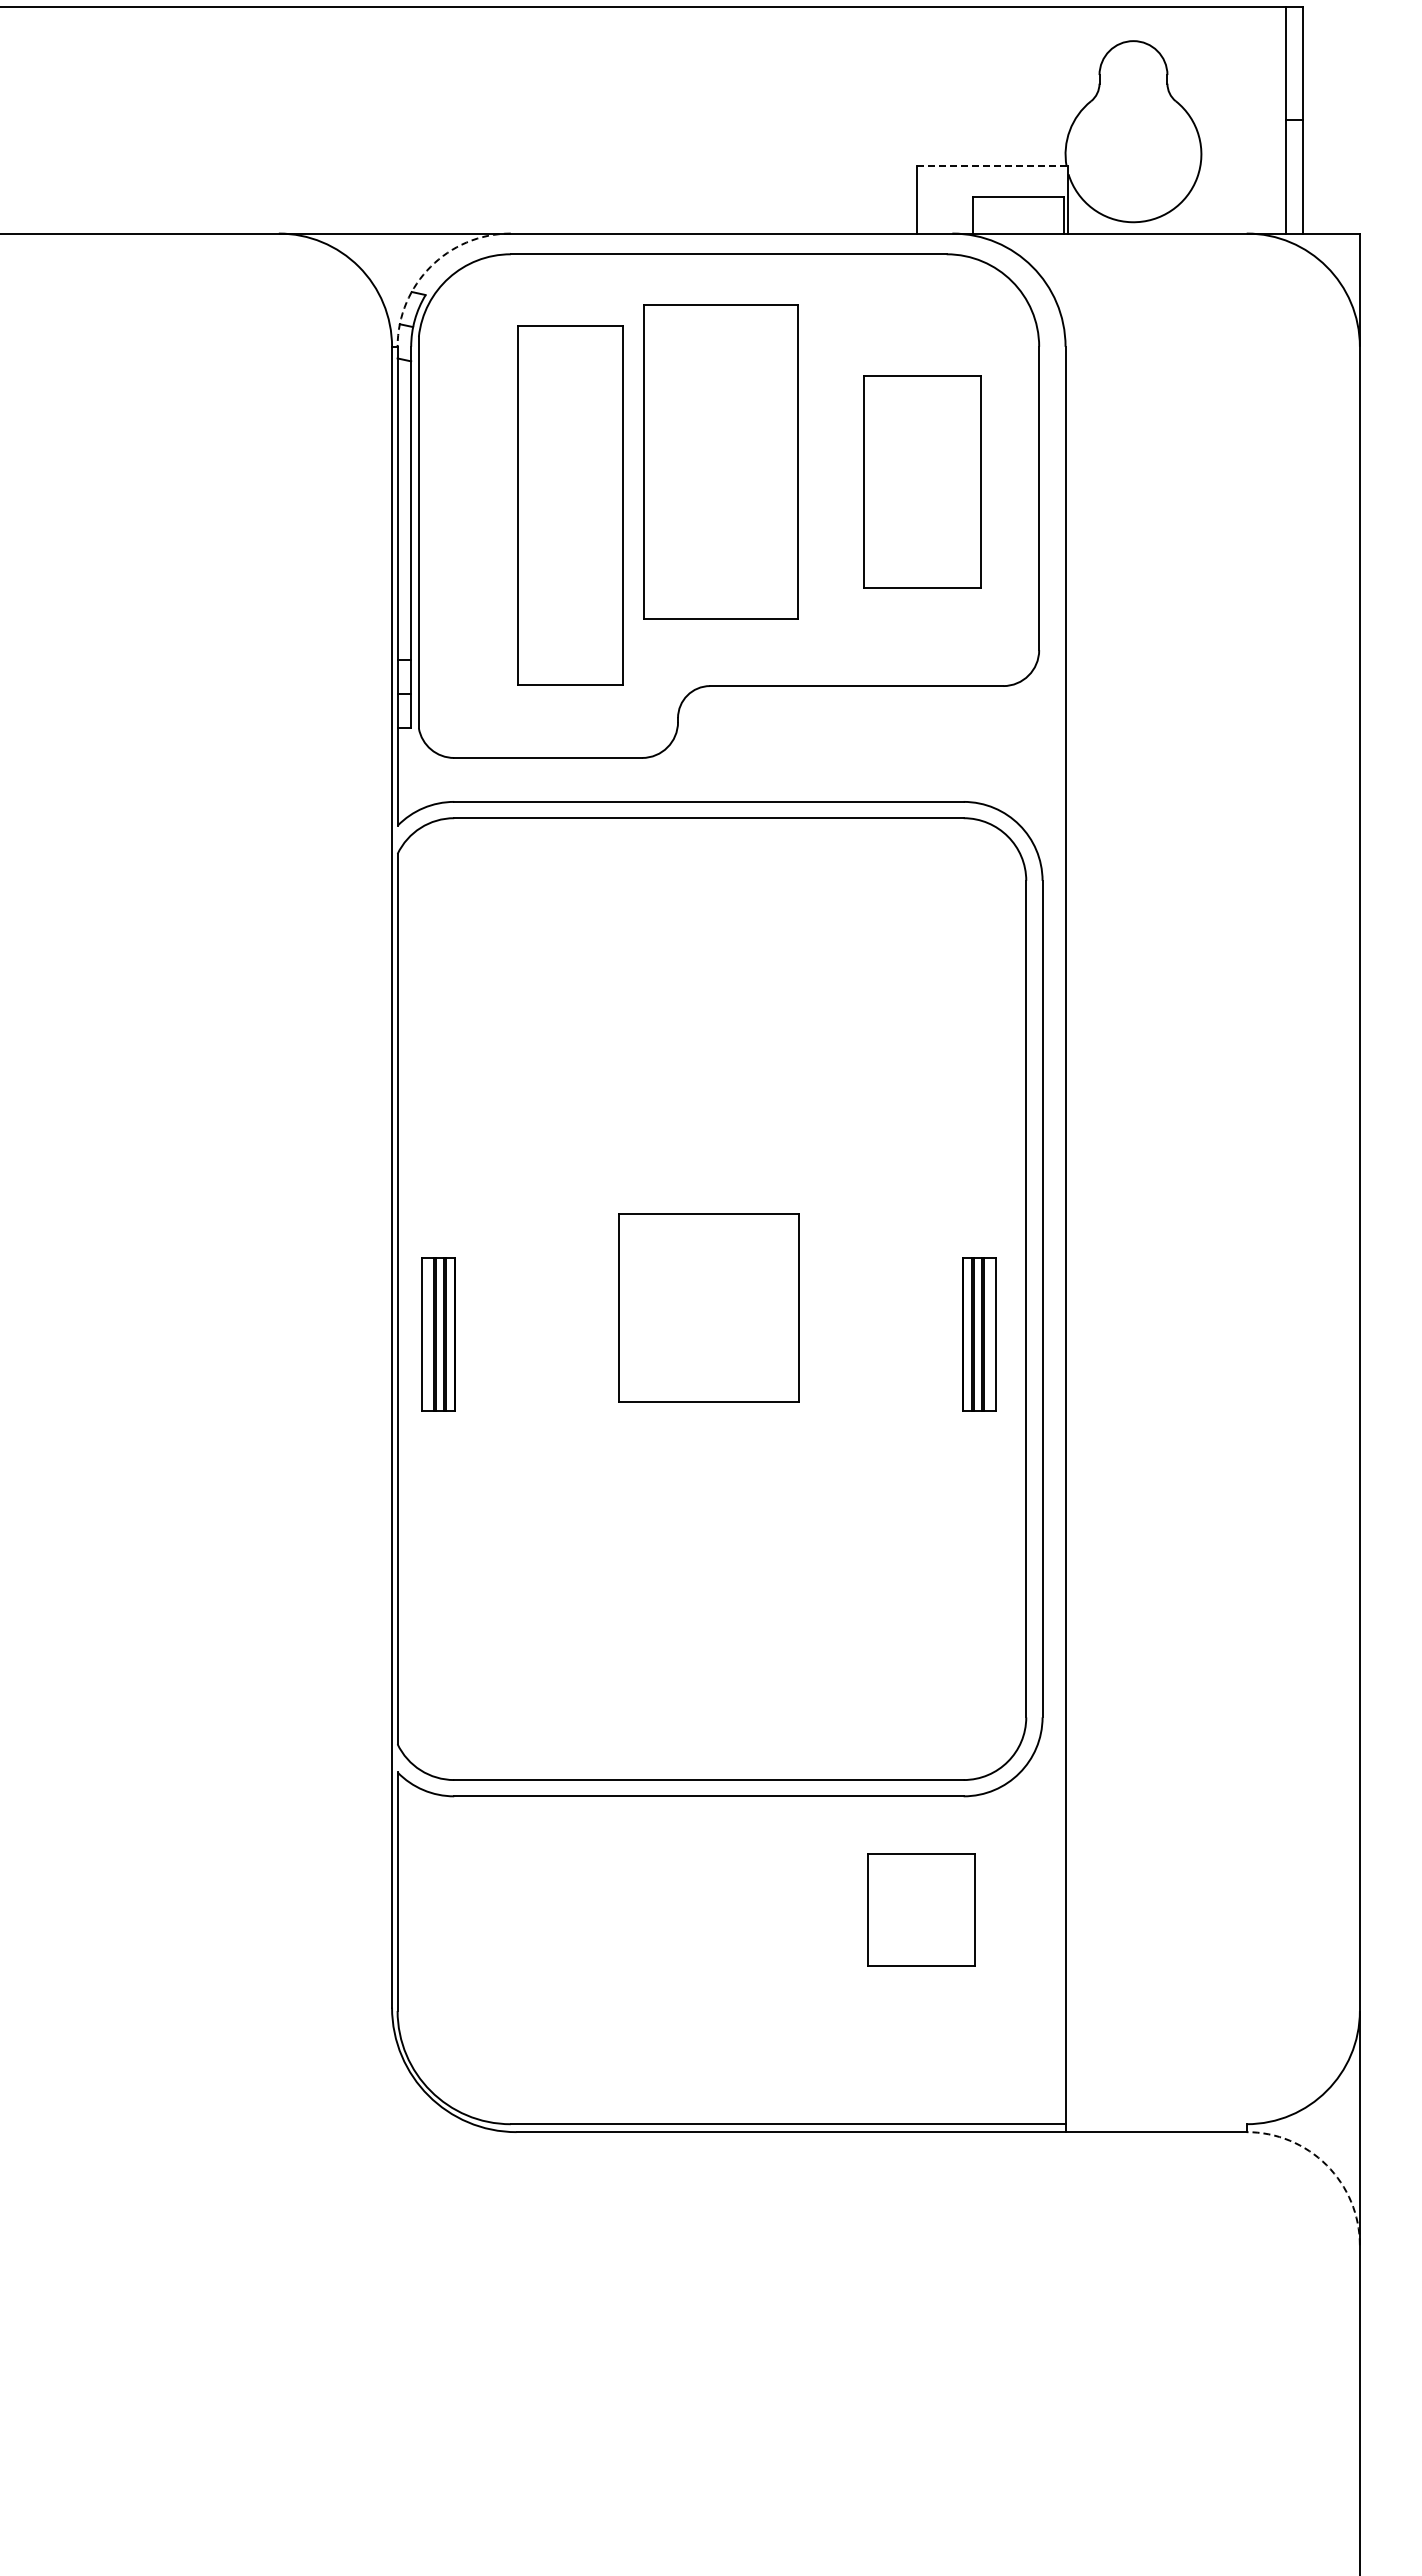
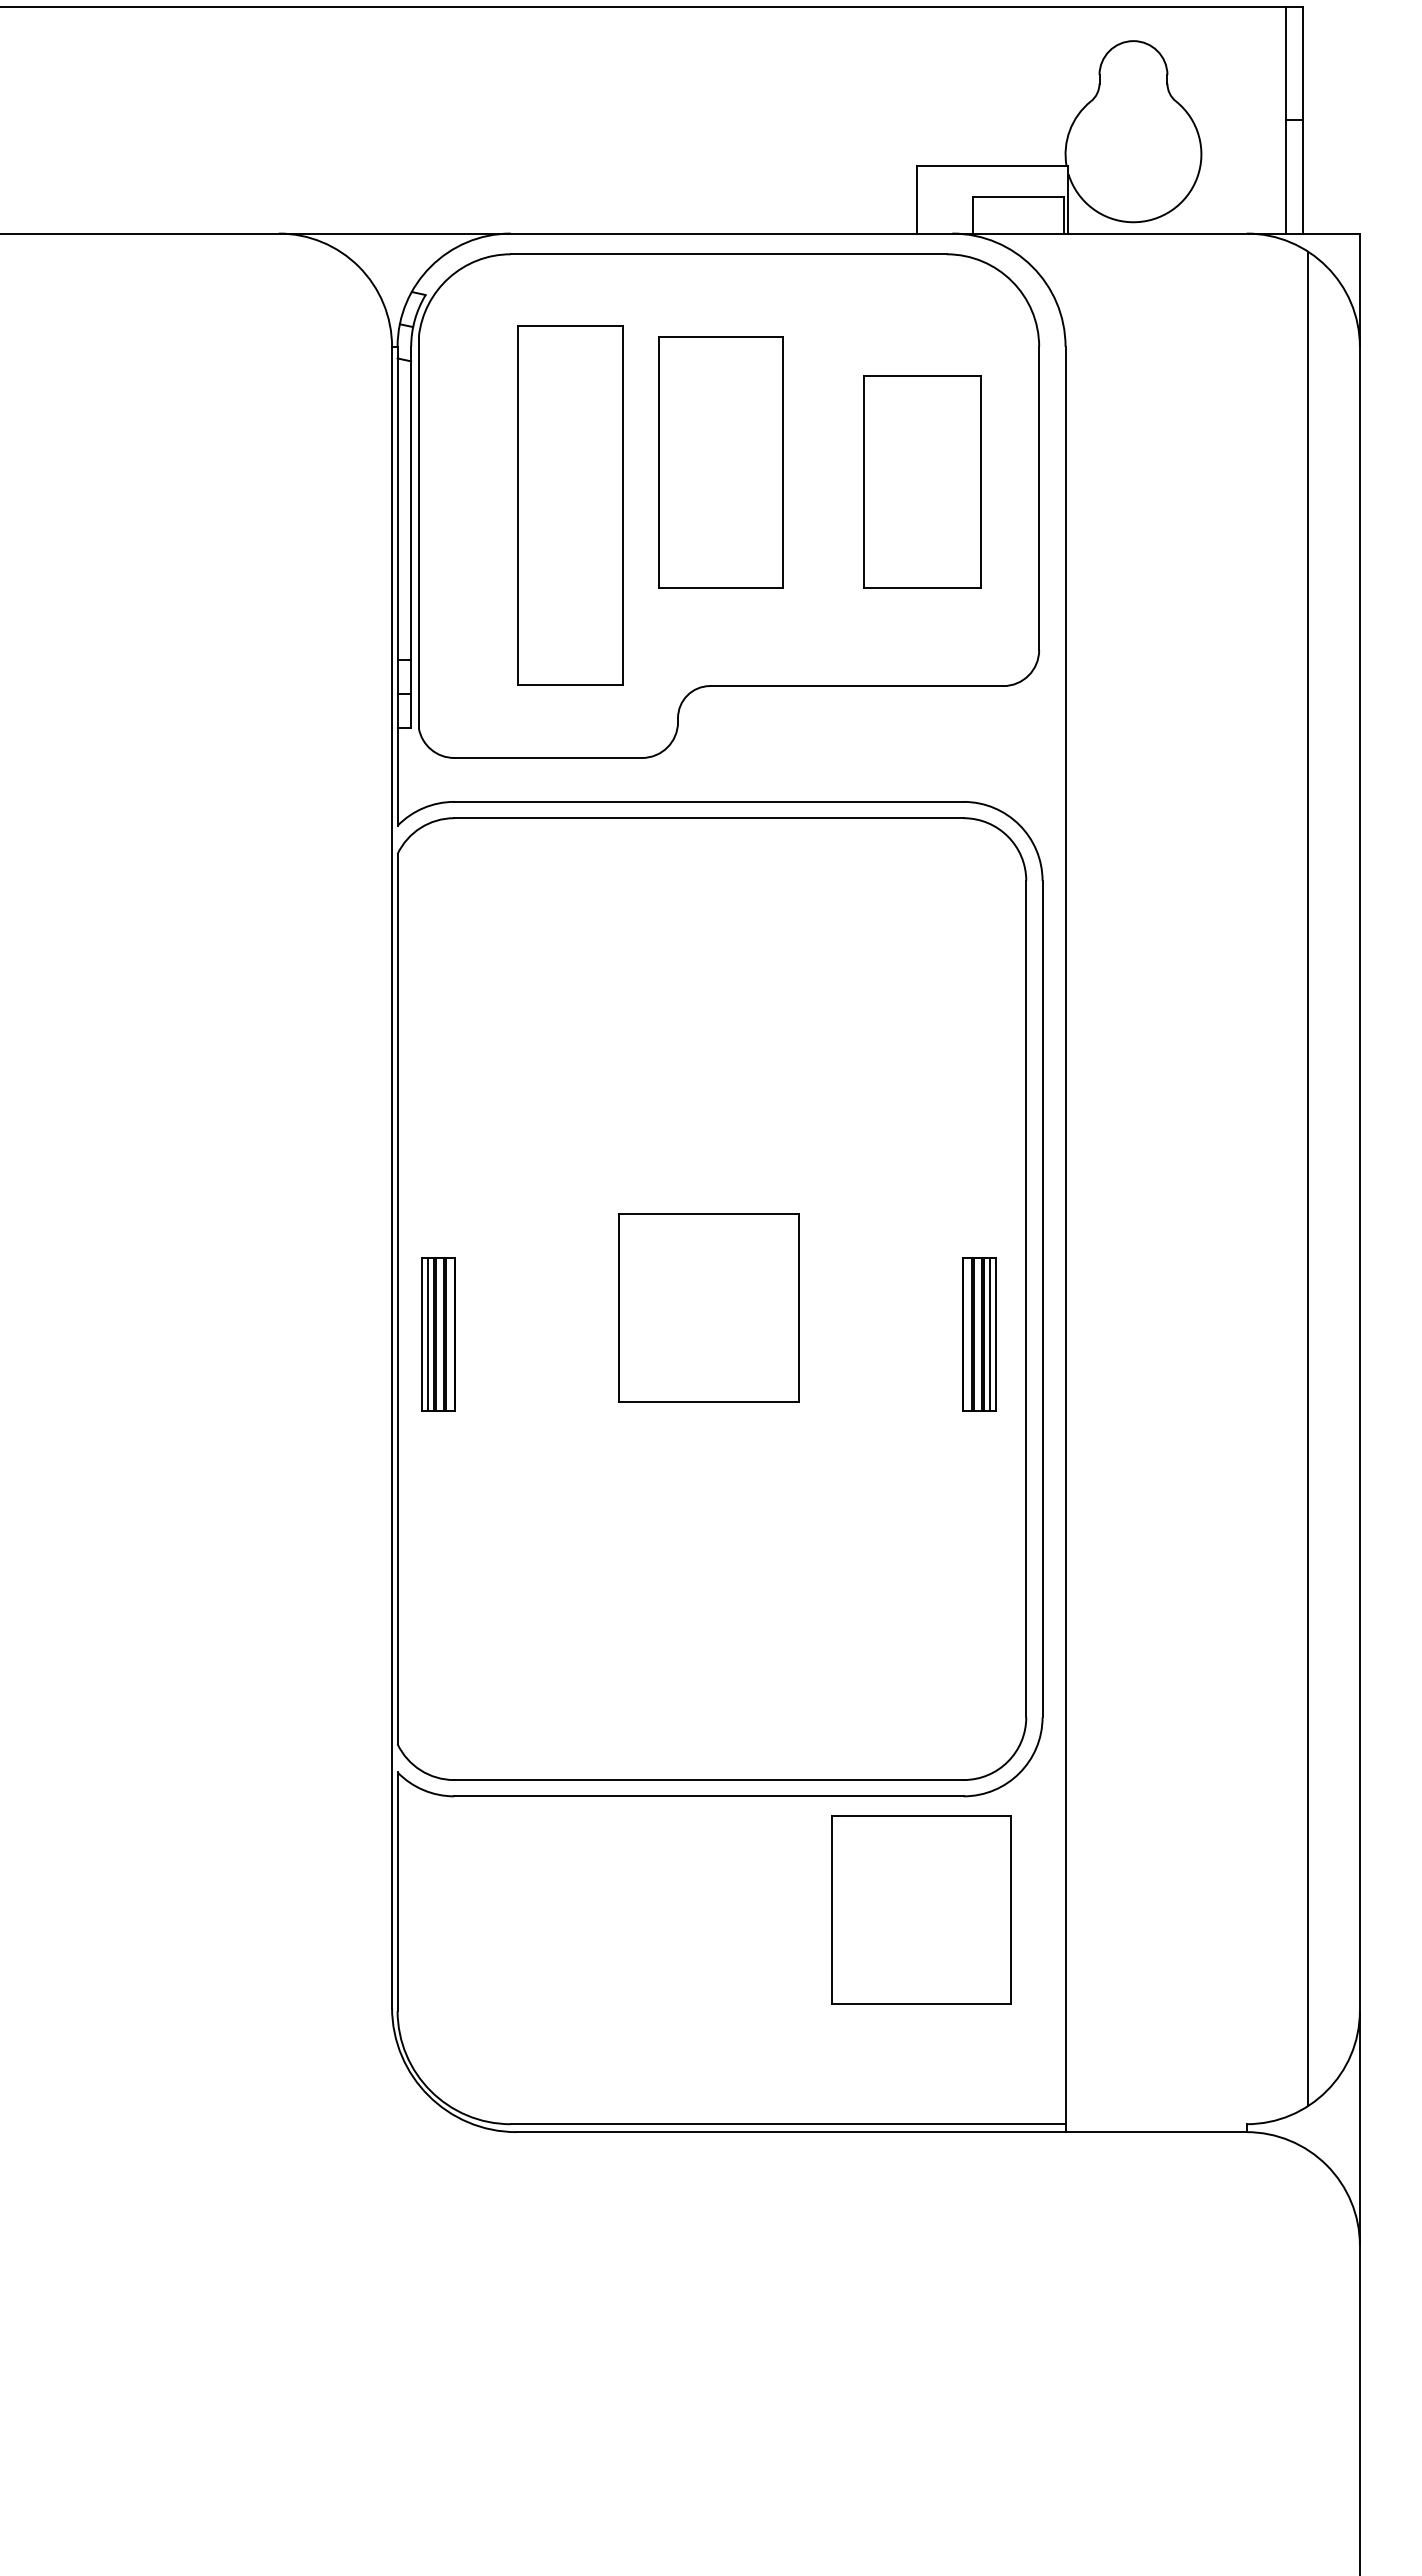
line at (992, 166): dashed -> solid
arc at (430, 266): dashed -> solid
part at (720, 461) size: 156x316 px -> 126x253 px
line at (1307, 1178): none -> present
line at (427, 1334): none -> present
line at (990, 1334): none -> present
part at (921, 1909) size: 109x114 px -> 181x190 px
arc at (1326, 2165): dashed -> solid
